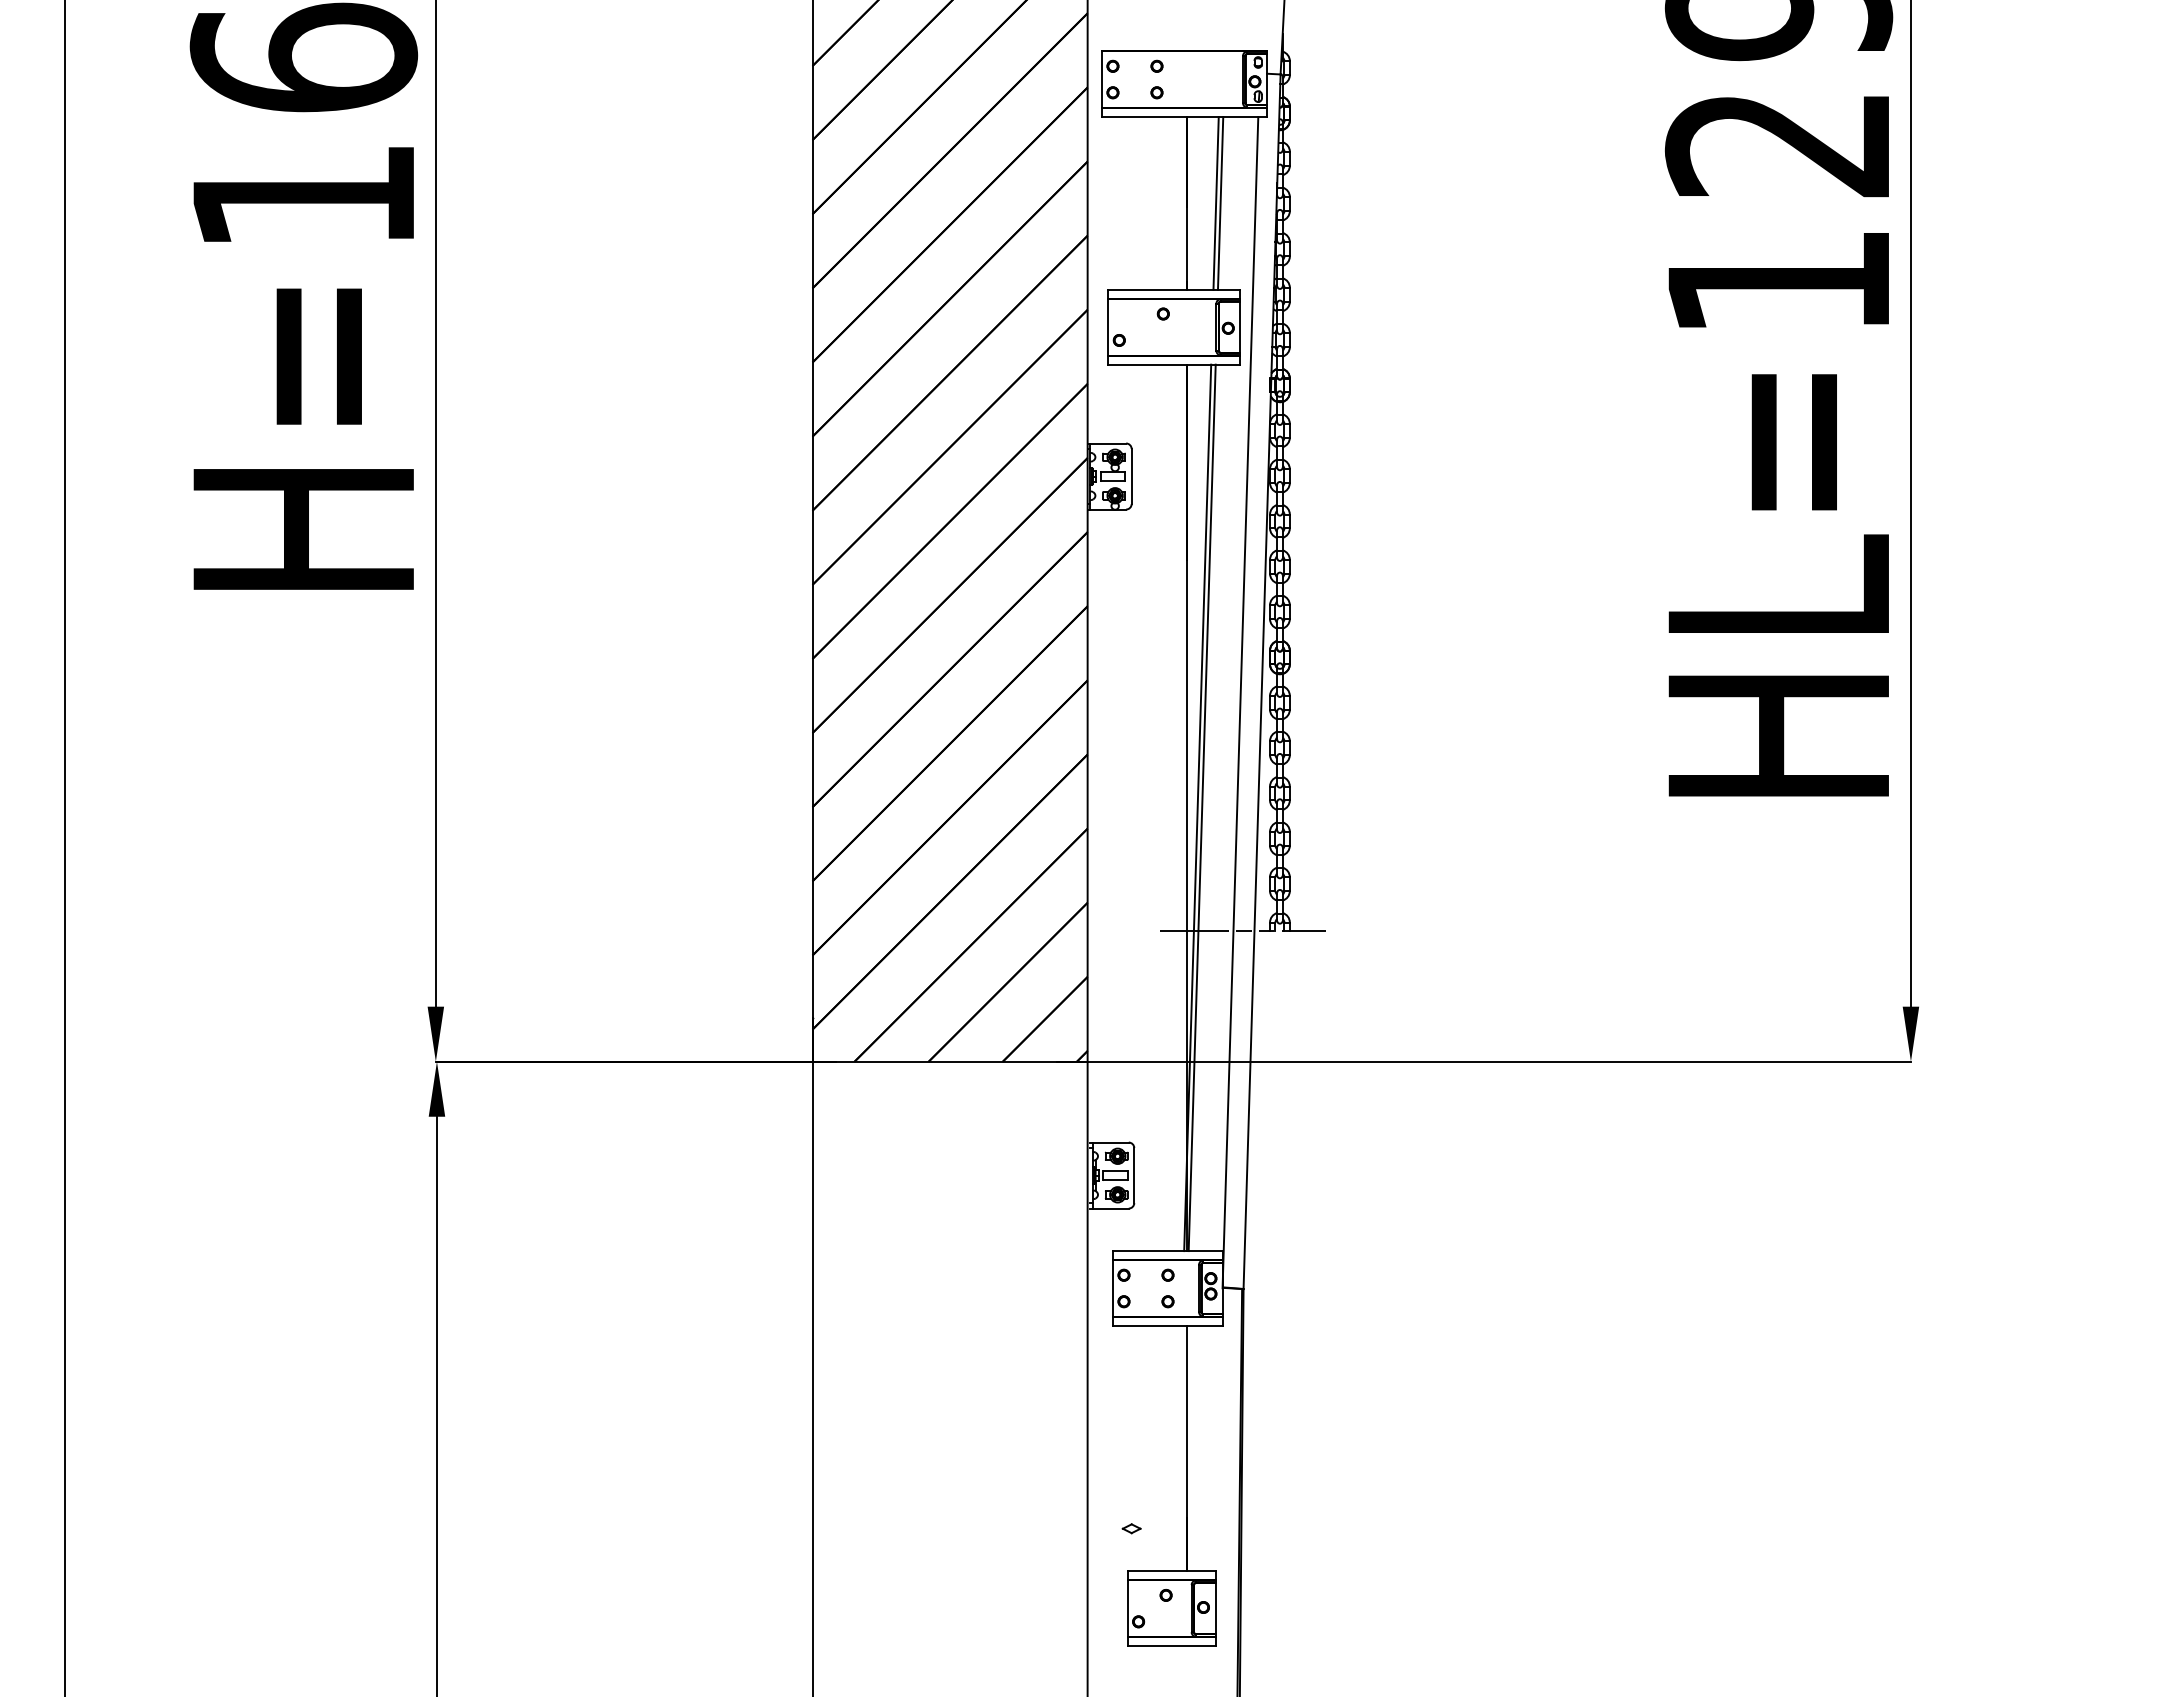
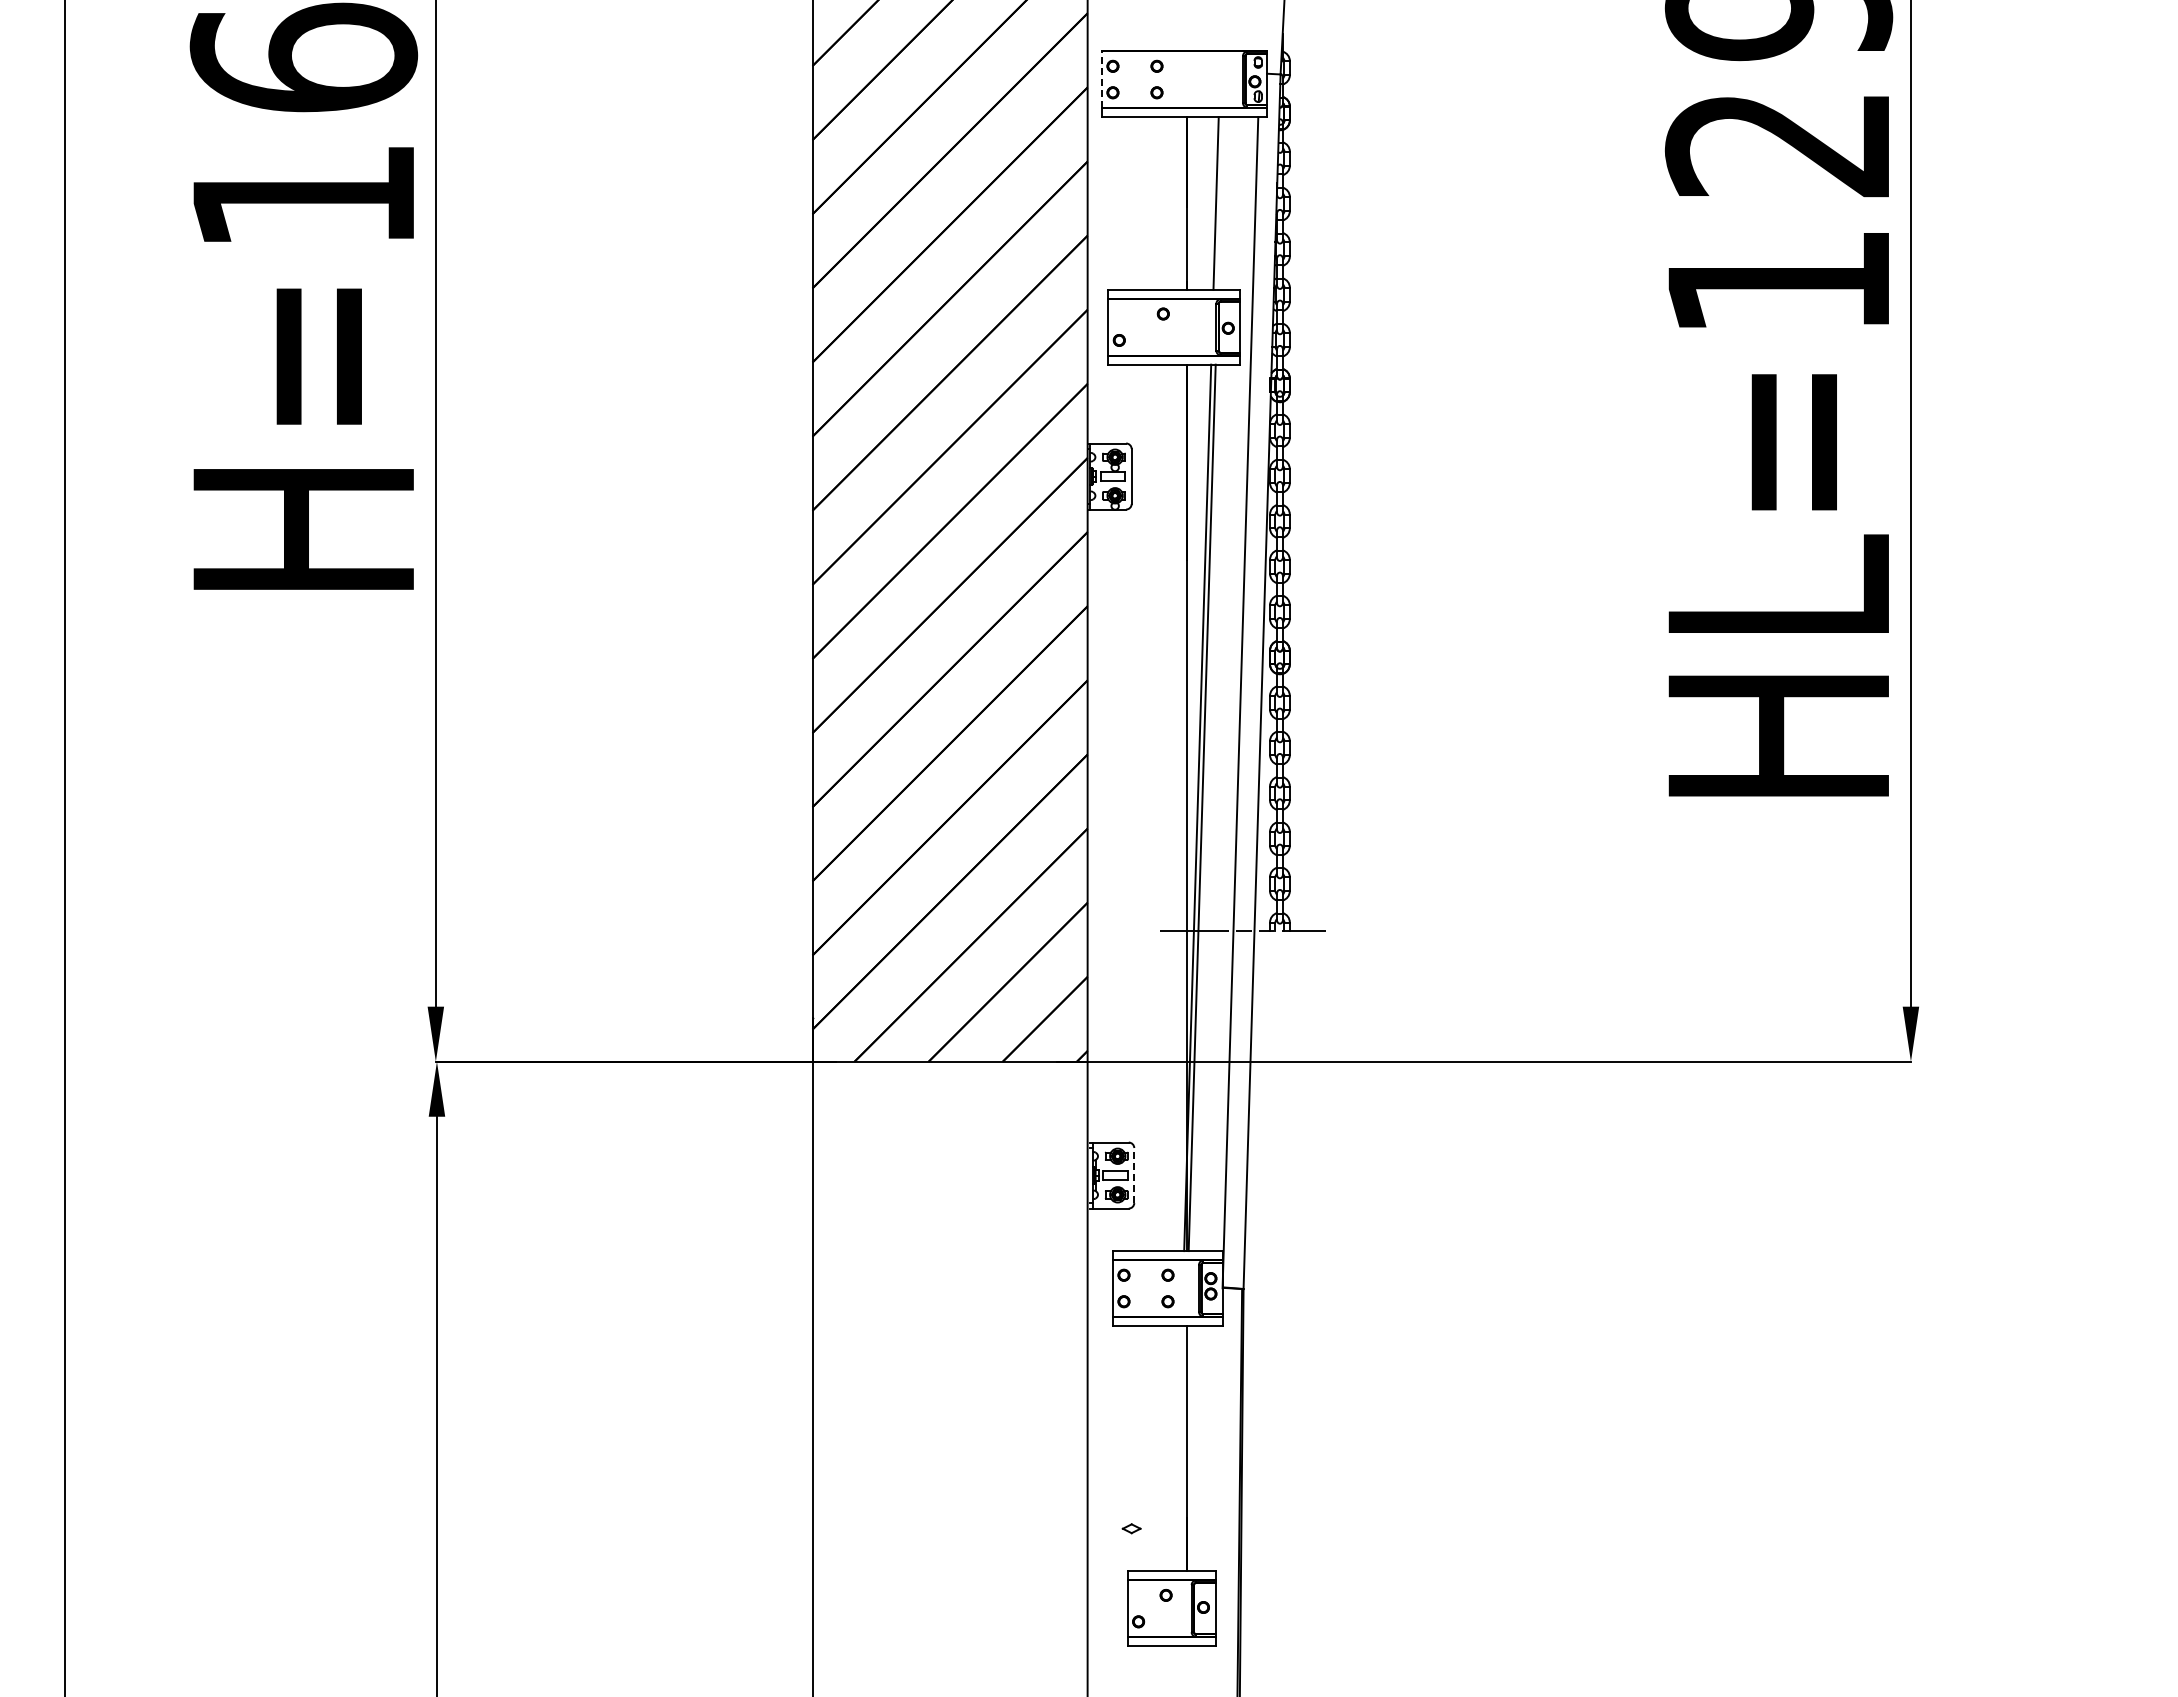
line at (1101, 79): solid -> dashed
line at (1220, 202): present -> none
line at (1134, 1175): solid -> dashed
